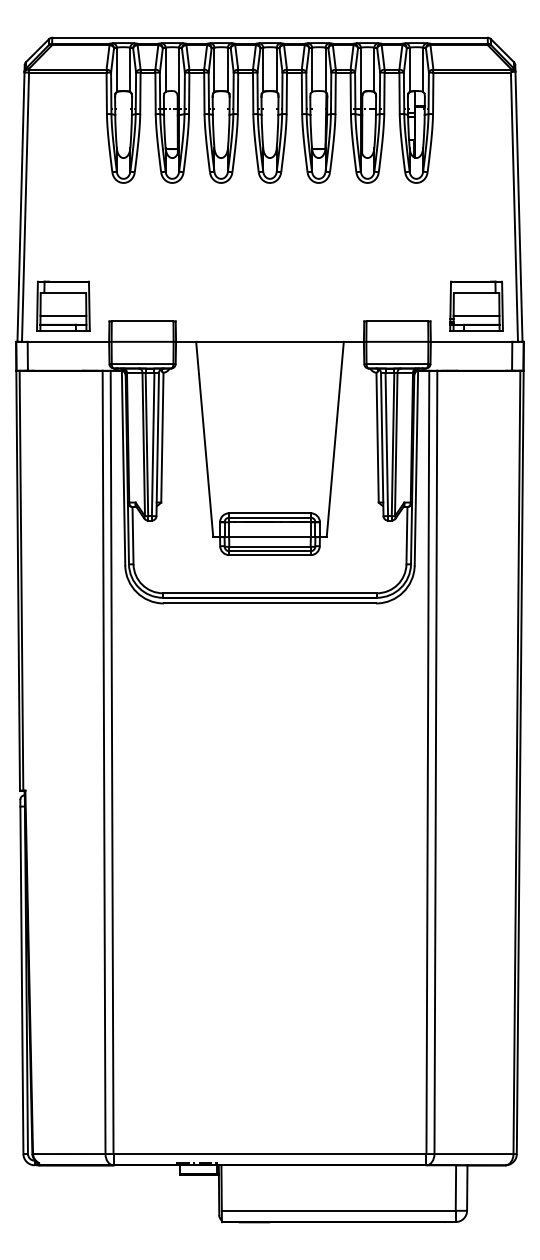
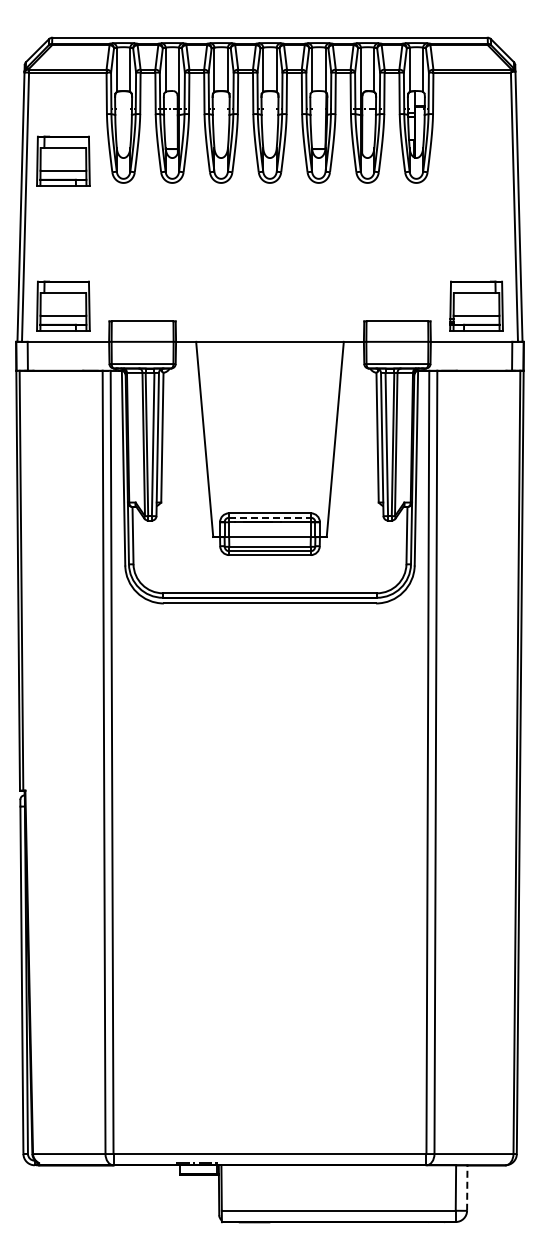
part at (63, 160): none -> present
line at (269, 517): solid -> dashed
line at (467, 1188): solid -> dashed
